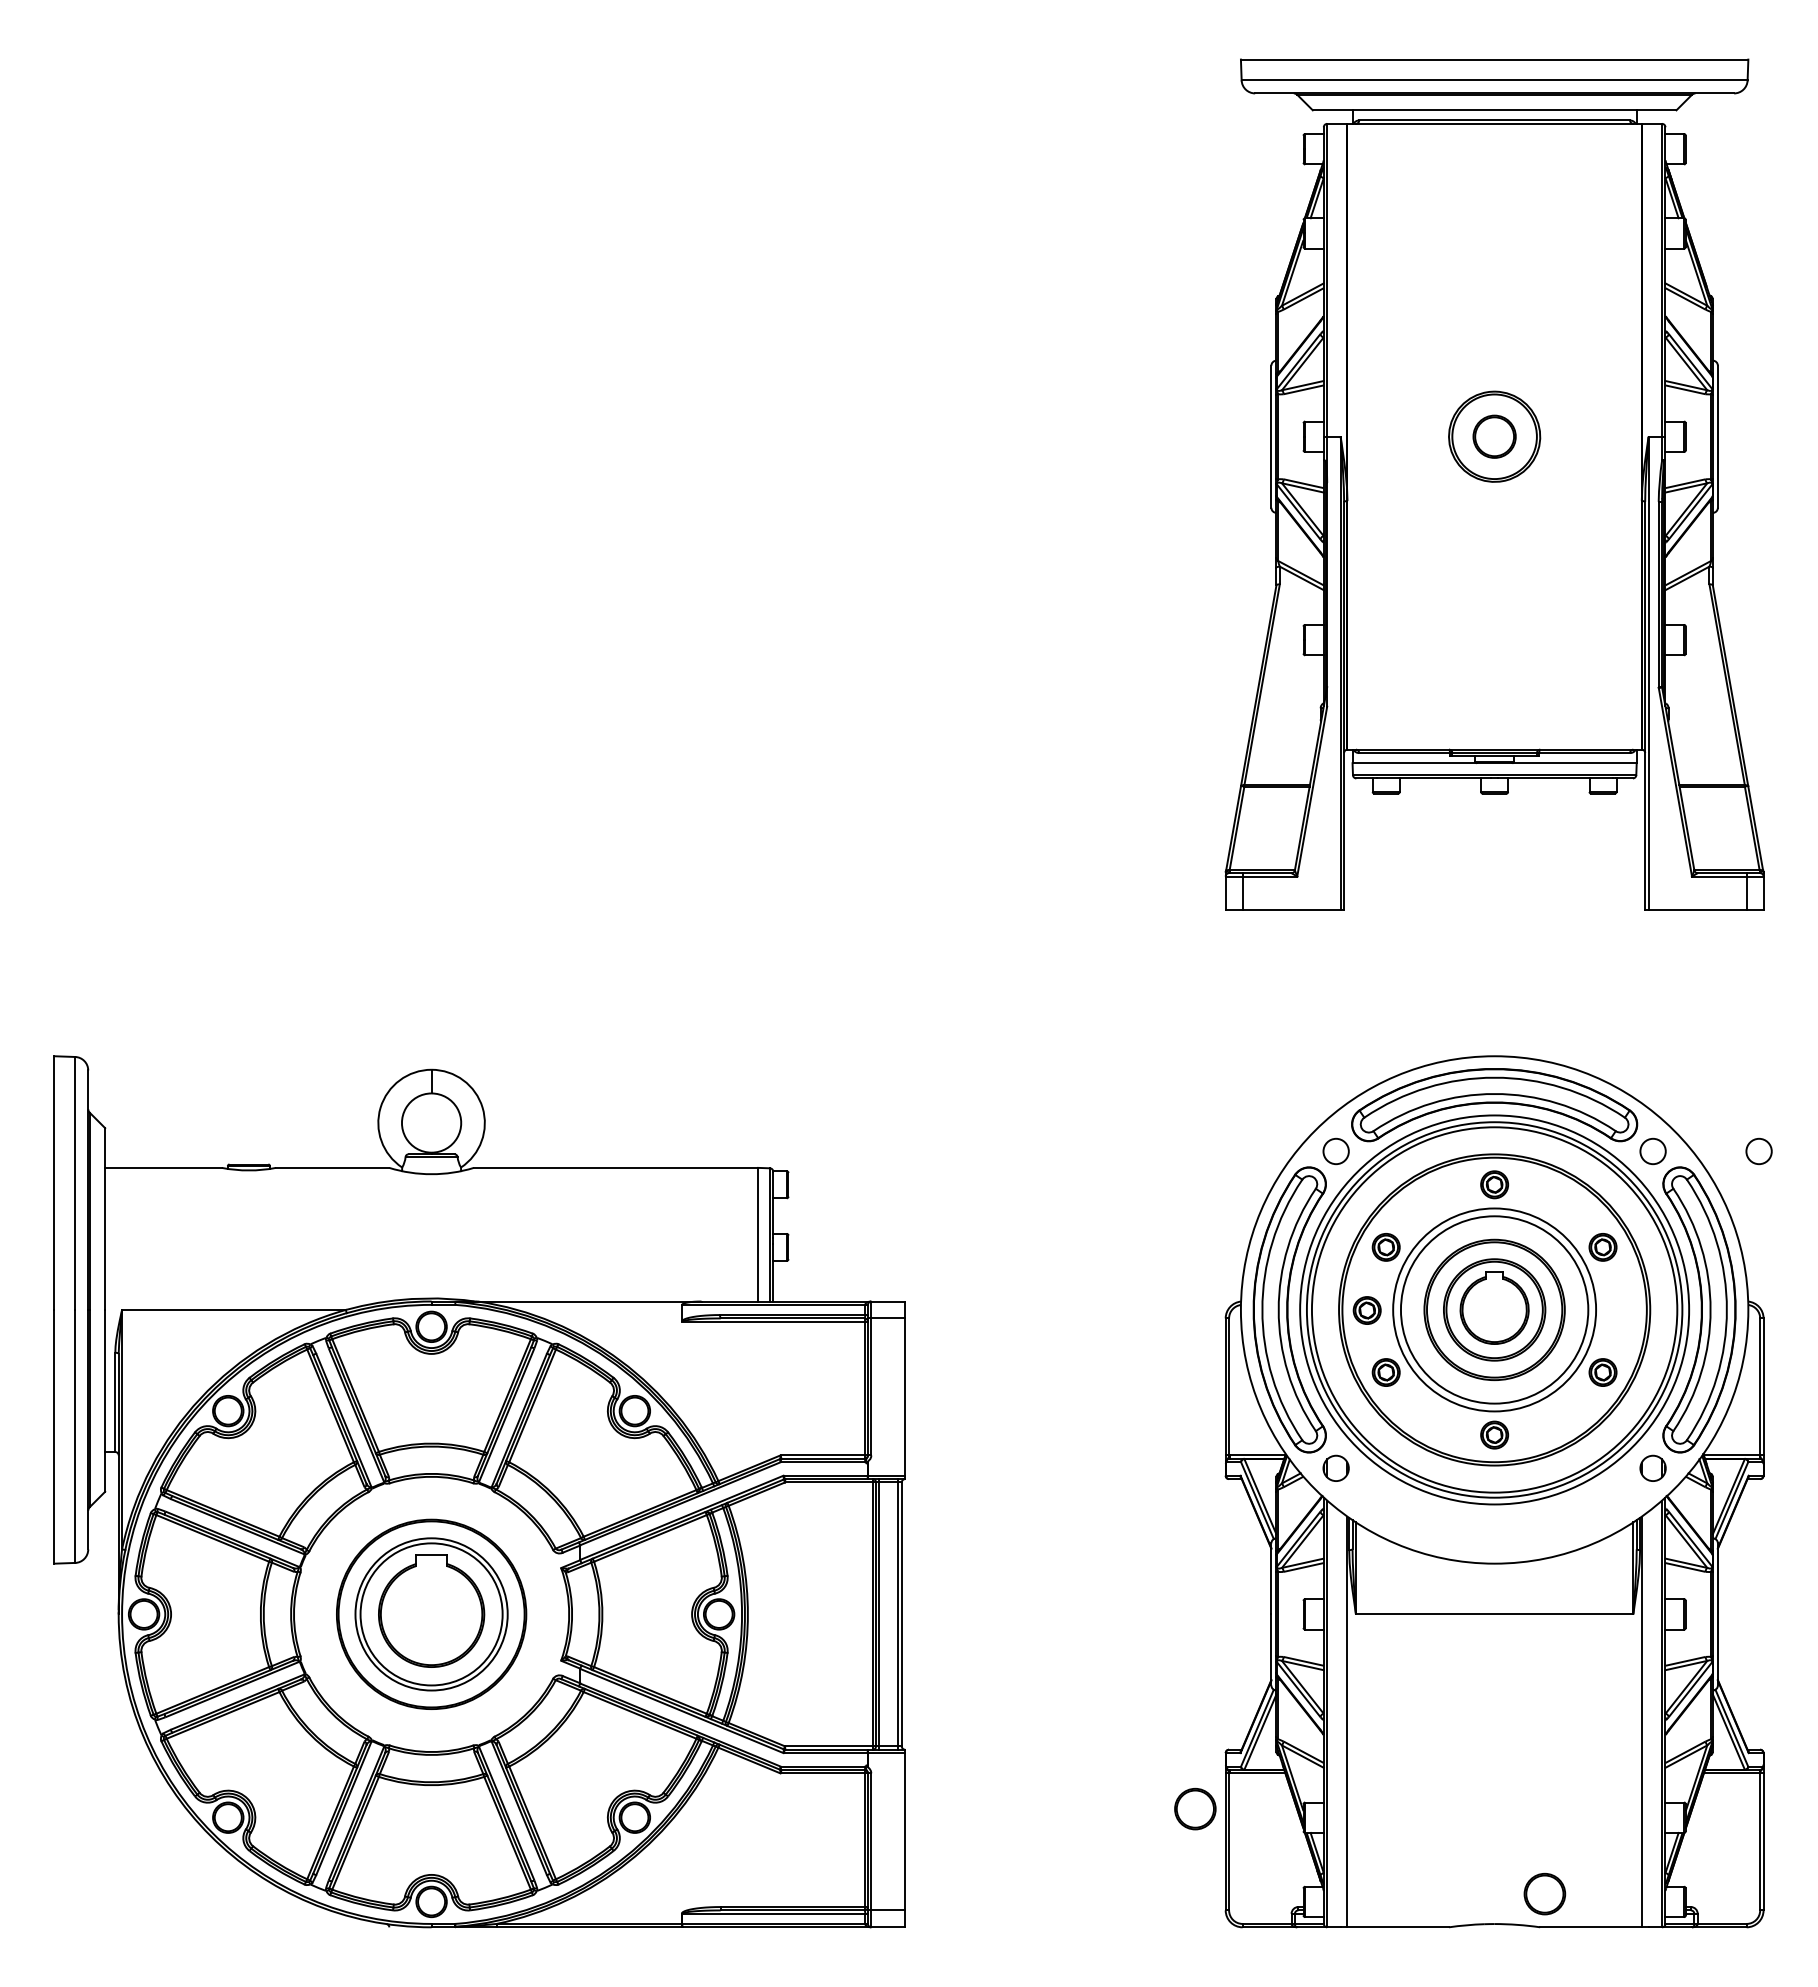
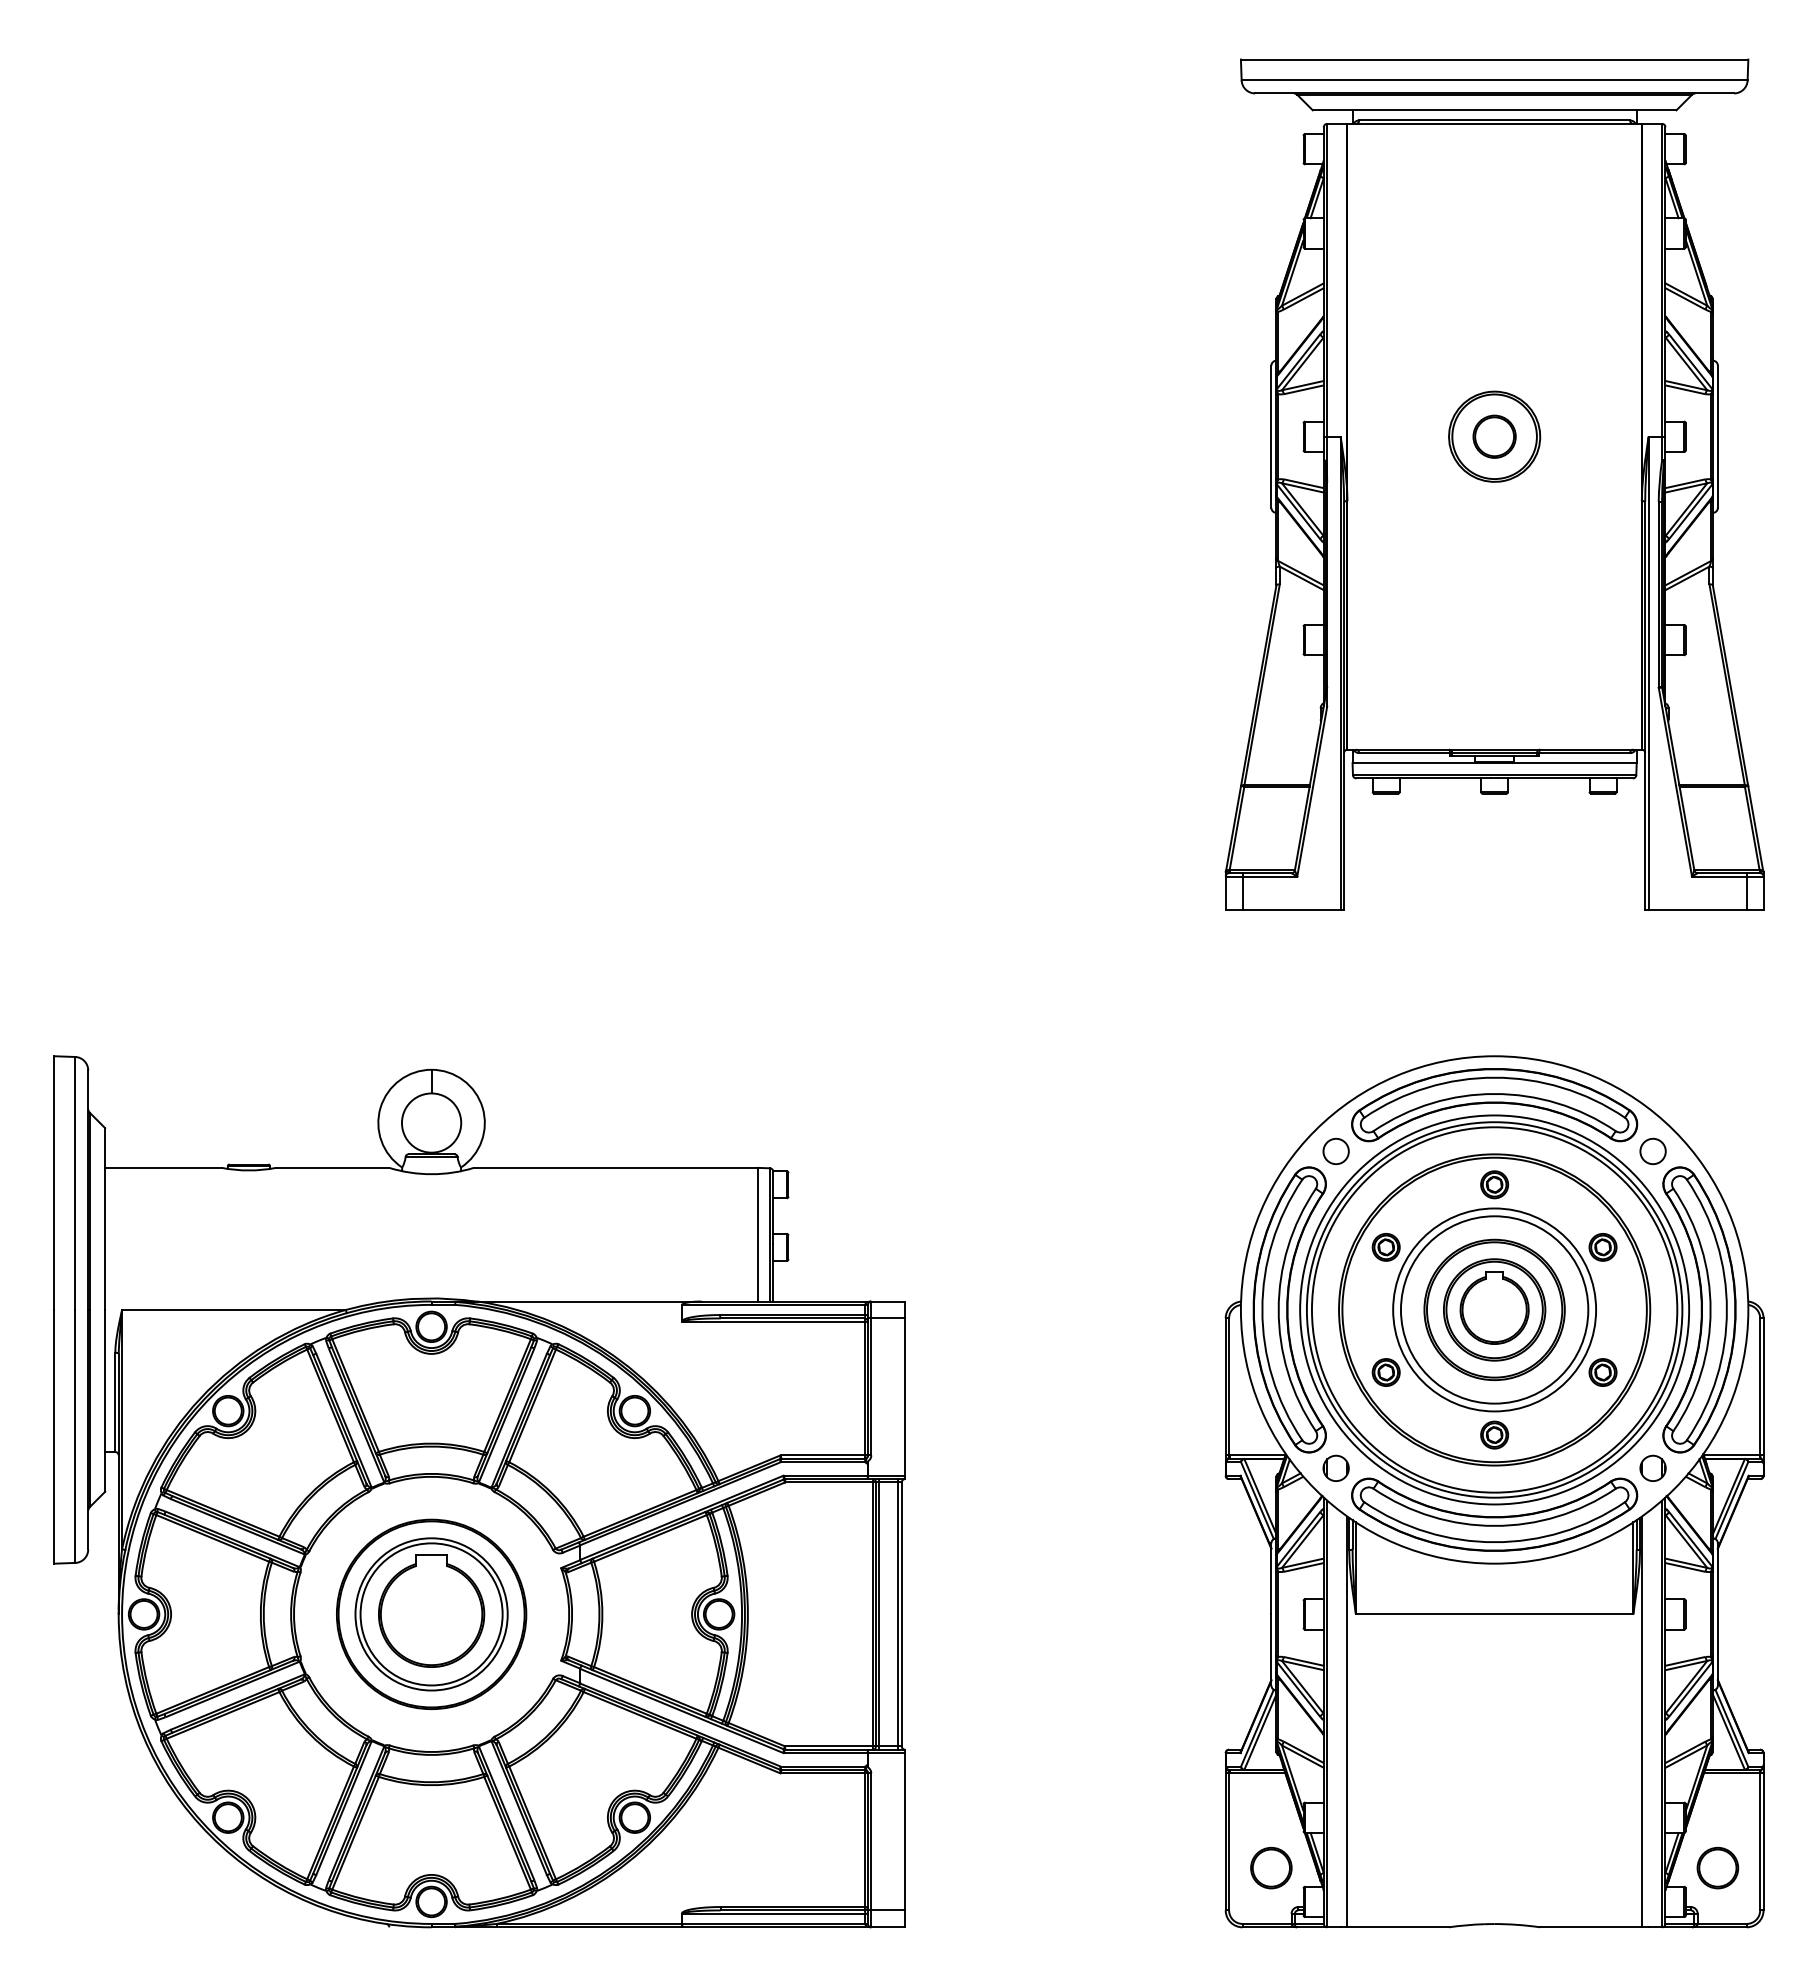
circle at (1758, 1151): present -> none
part at (1366, 1310): present -> none
part at (1494, 1514): none -> present
part at (1195, 1808) position: (1195, 1808) -> (1271, 1867)
part at (1544, 1894) position: (1544, 1894) -> (1717, 1868)
